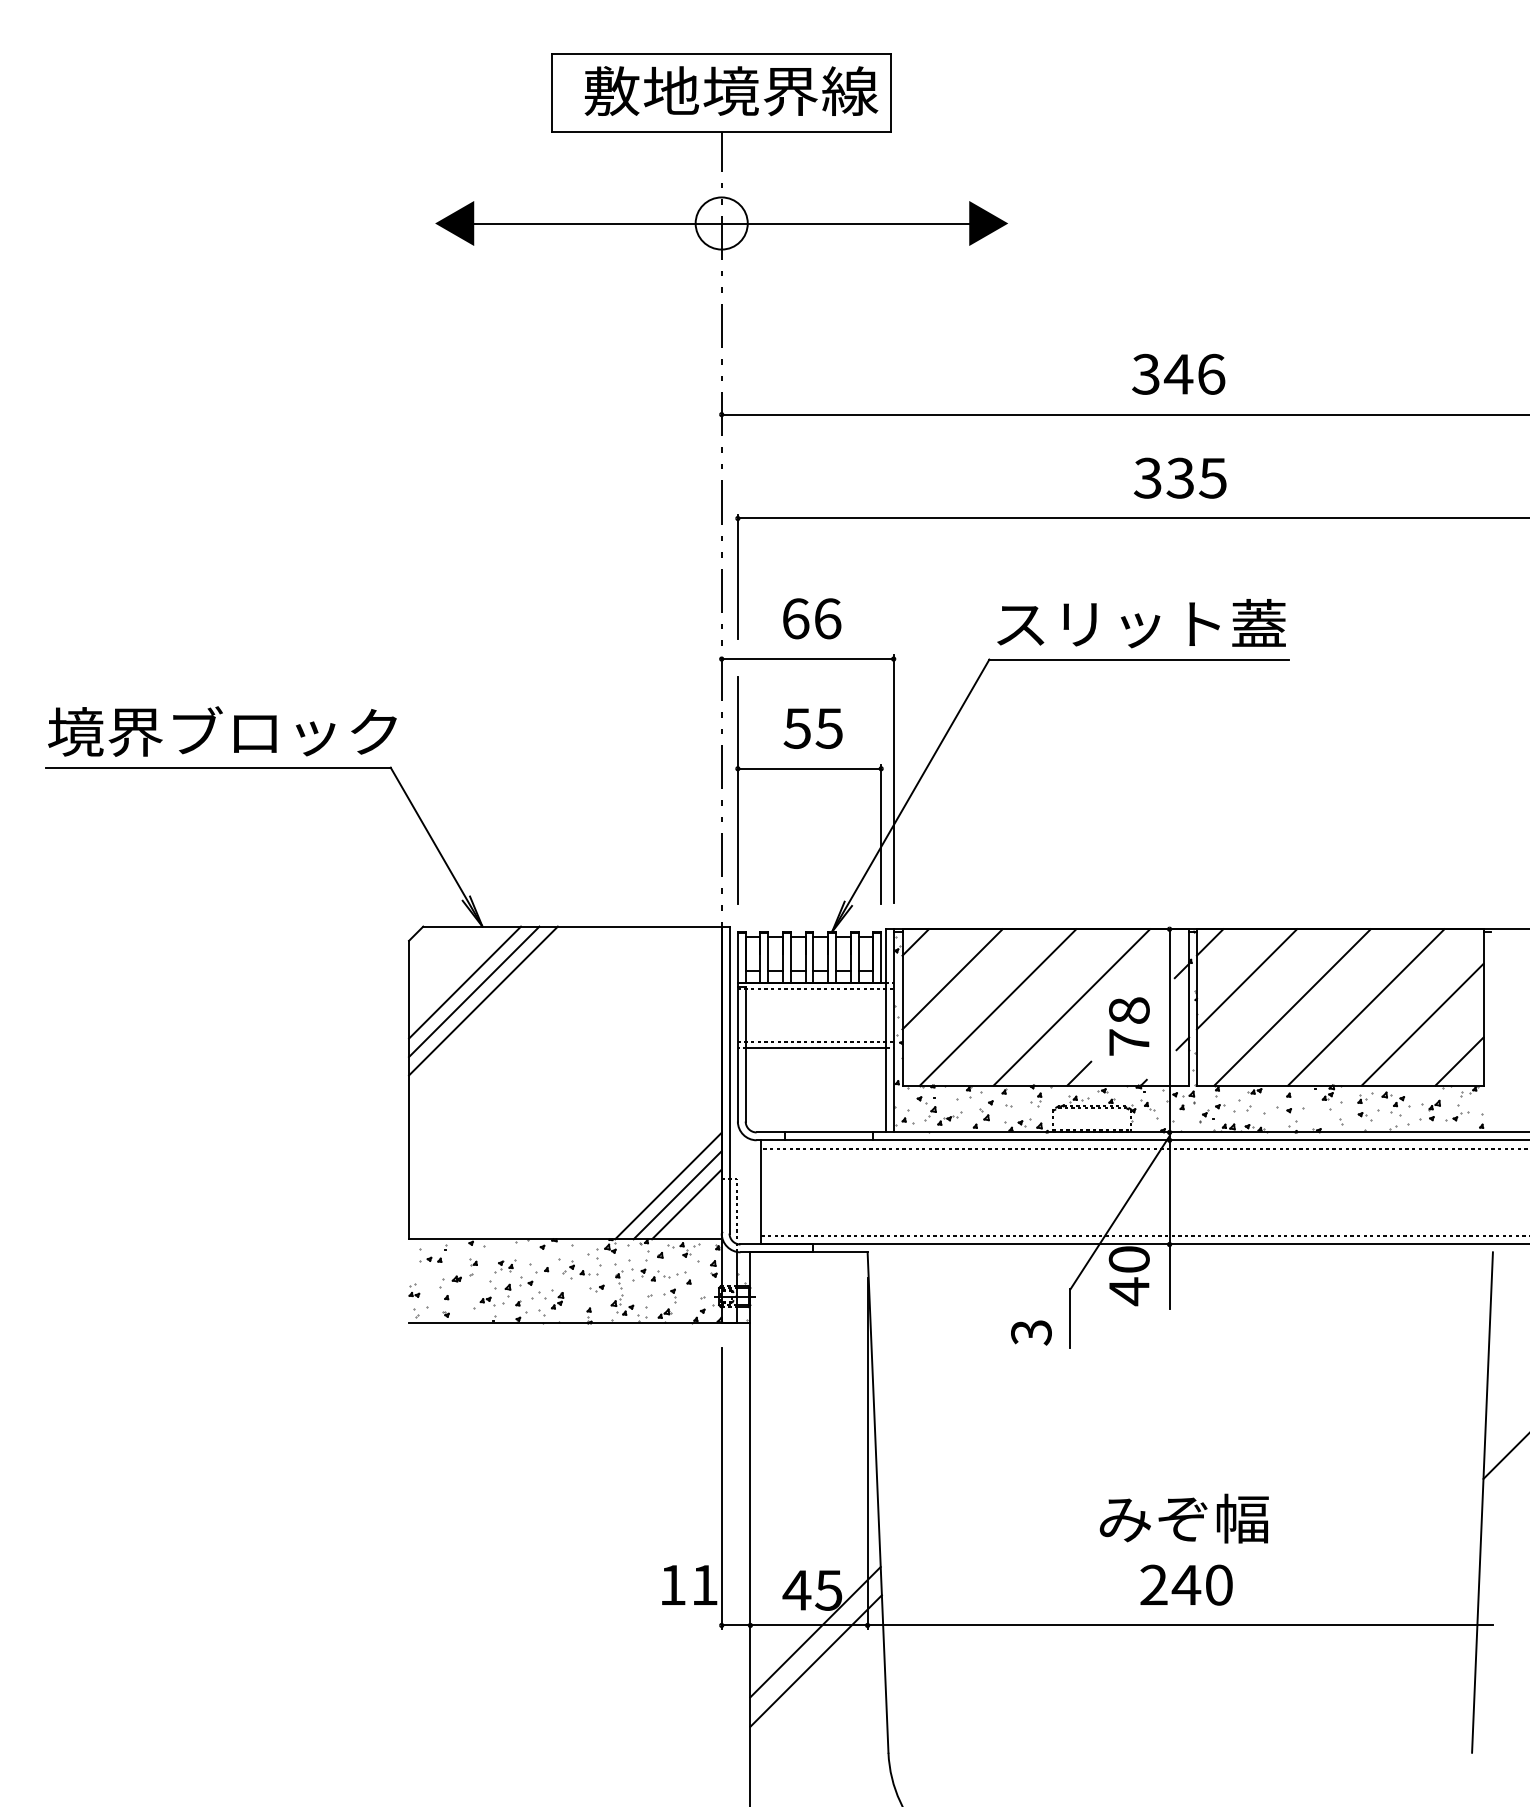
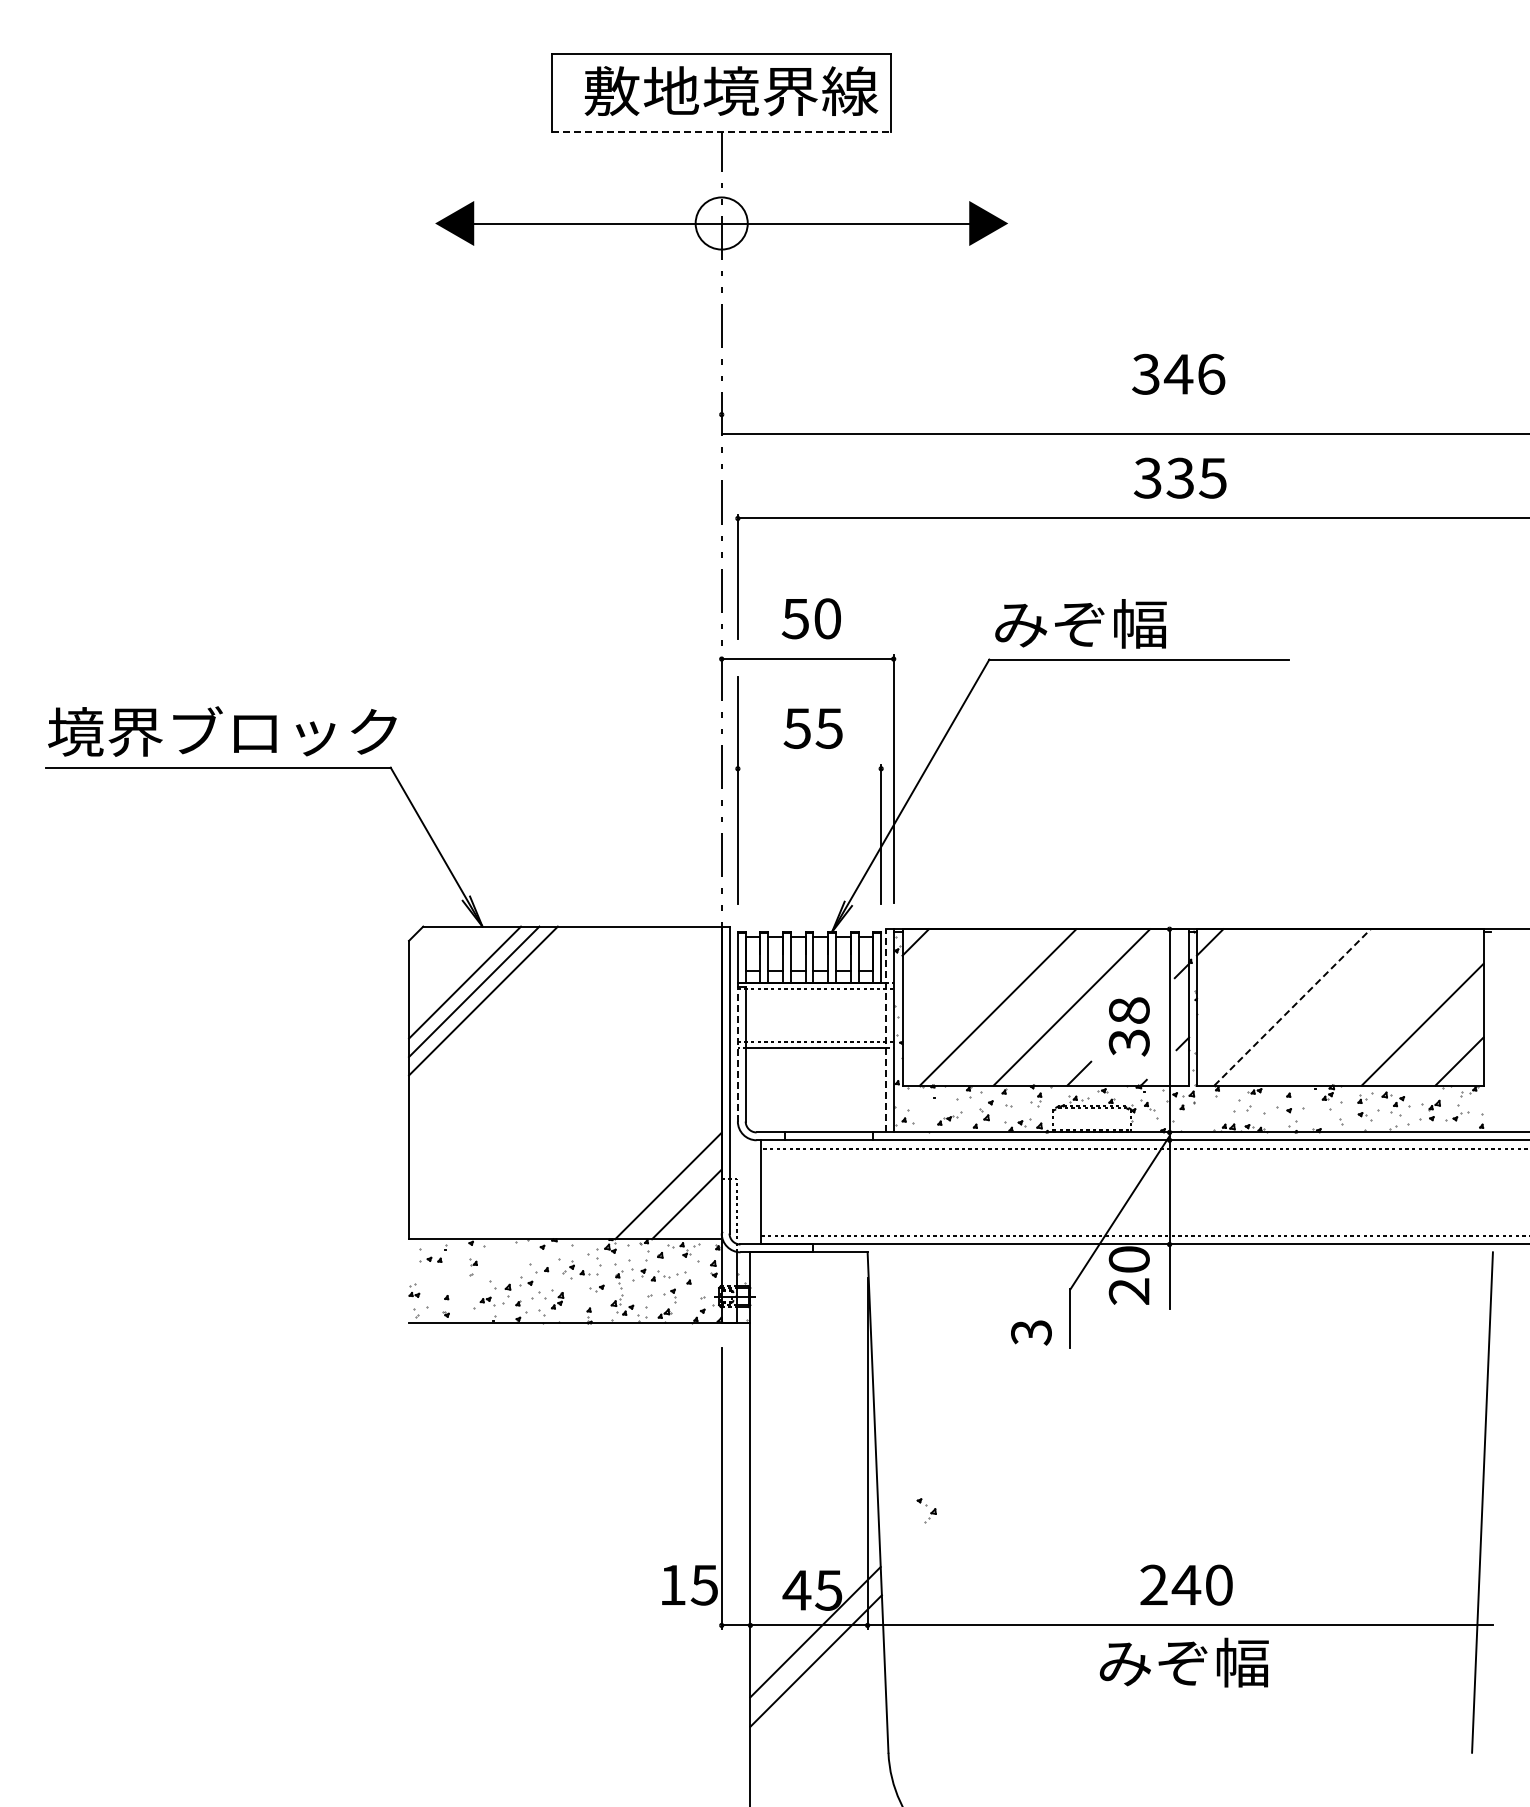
line at (722, 132): solid -> dashed
line at (1123, 414) position: (1123, 414) -> (1123, 433)
text at (811, 618): 66 -> 50
text at (1140, 623): スリット蓋 -> みぞ幅
line at (809, 768): present -> none
line at (952, 979): present -> none
line at (1246, 979): present -> none
line at (1292, 1007): solid -> dashed
line at (1366, 1007): present -> none
line at (885, 1030): solid -> dashed
text at (1128, 1042): 78 -> 38
line at (737, 1051): solid -> dashed
part at (926, 1108) position: (926, 1108) -> (926, 1510)
part at (1212, 1113): present -> none
line at (677, 1195): present -> none
part at (505, 1266): present -> none
part at (450, 1281): present -> none
text at (1128, 1291): 40 -> 20
line at (1504, 1456): present -> none
text at (1183, 1518) position: (1183, 1518) -> (1183, 1662)
text at (703, 1585): 11 -> 15
